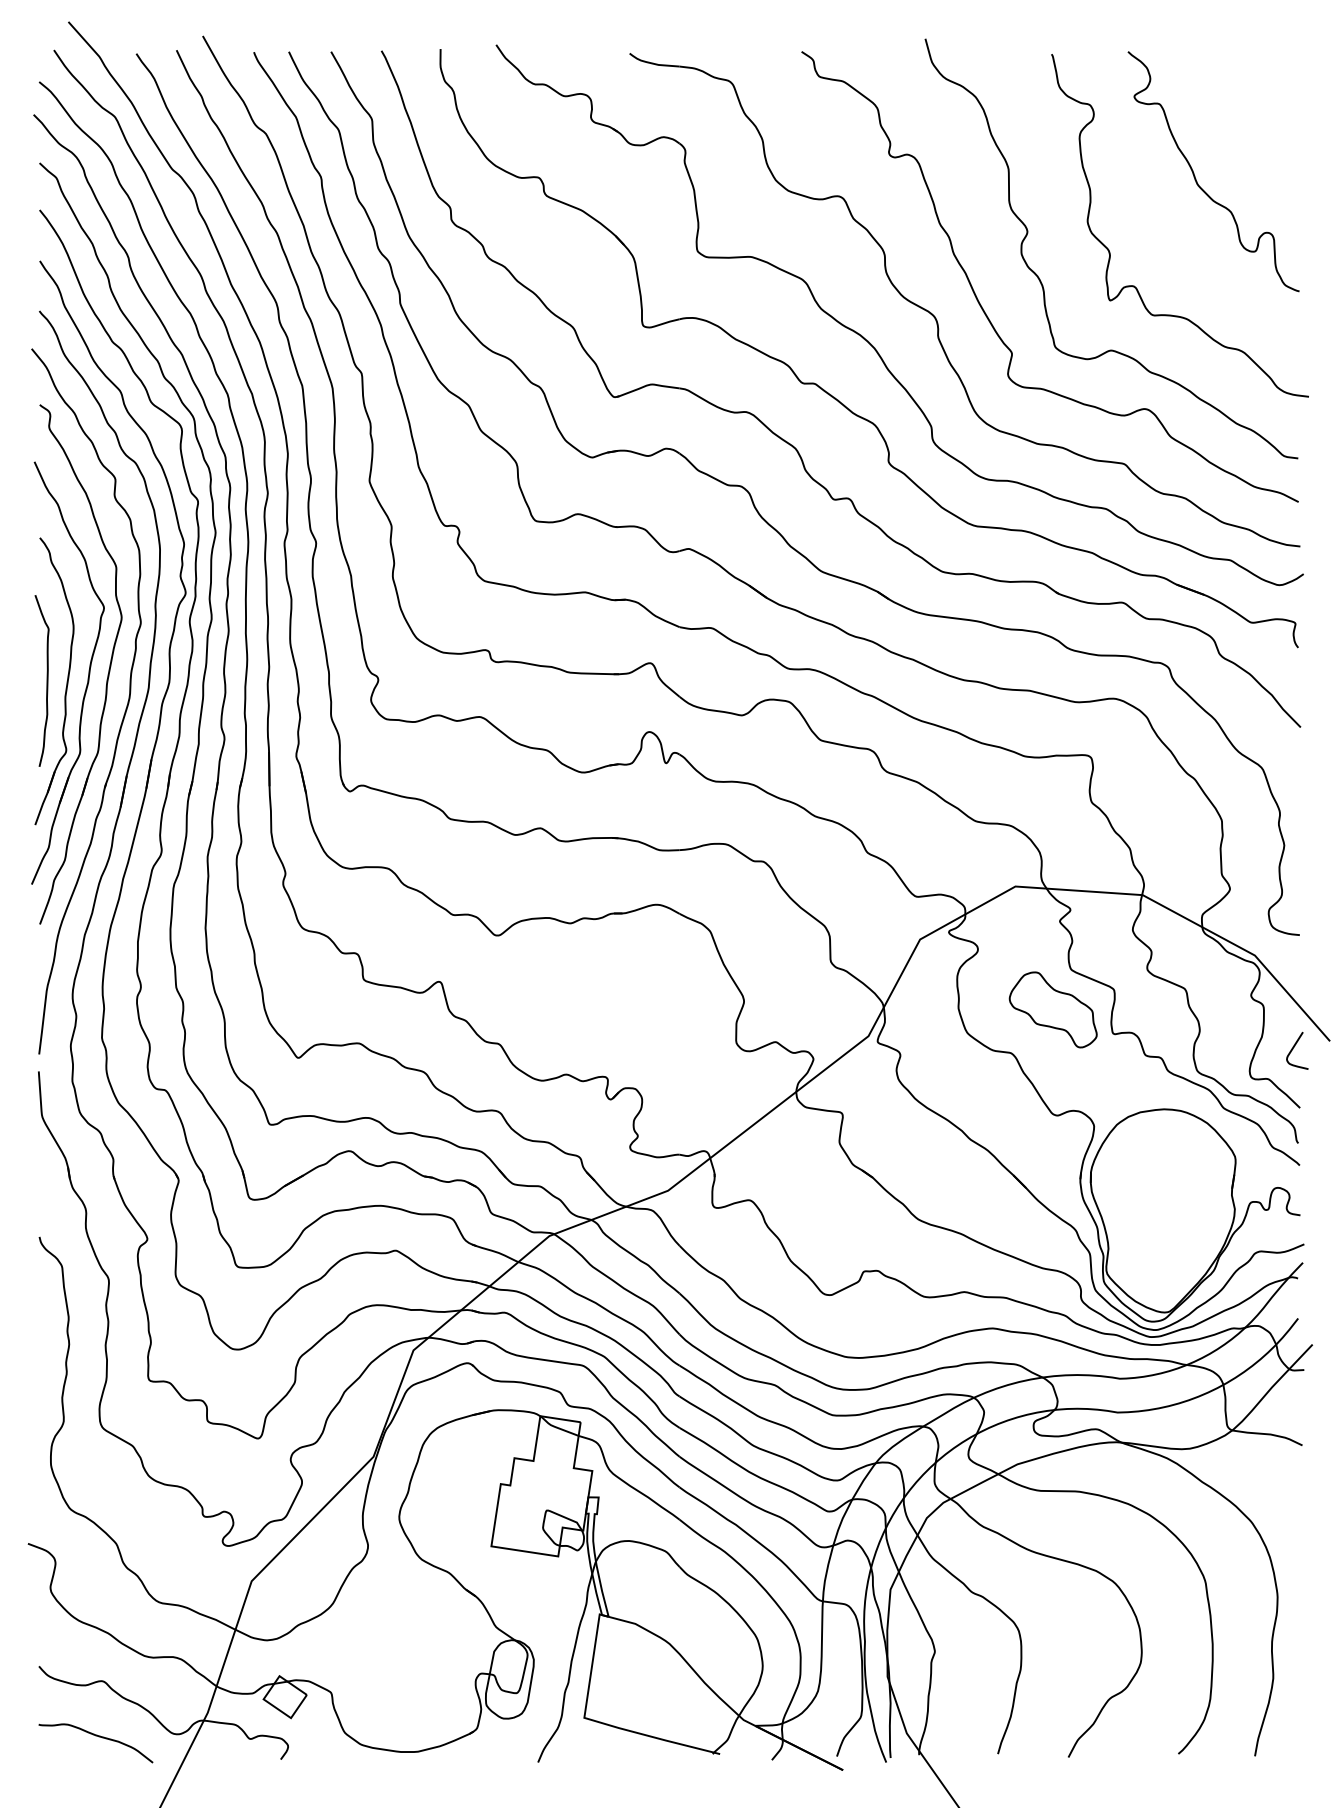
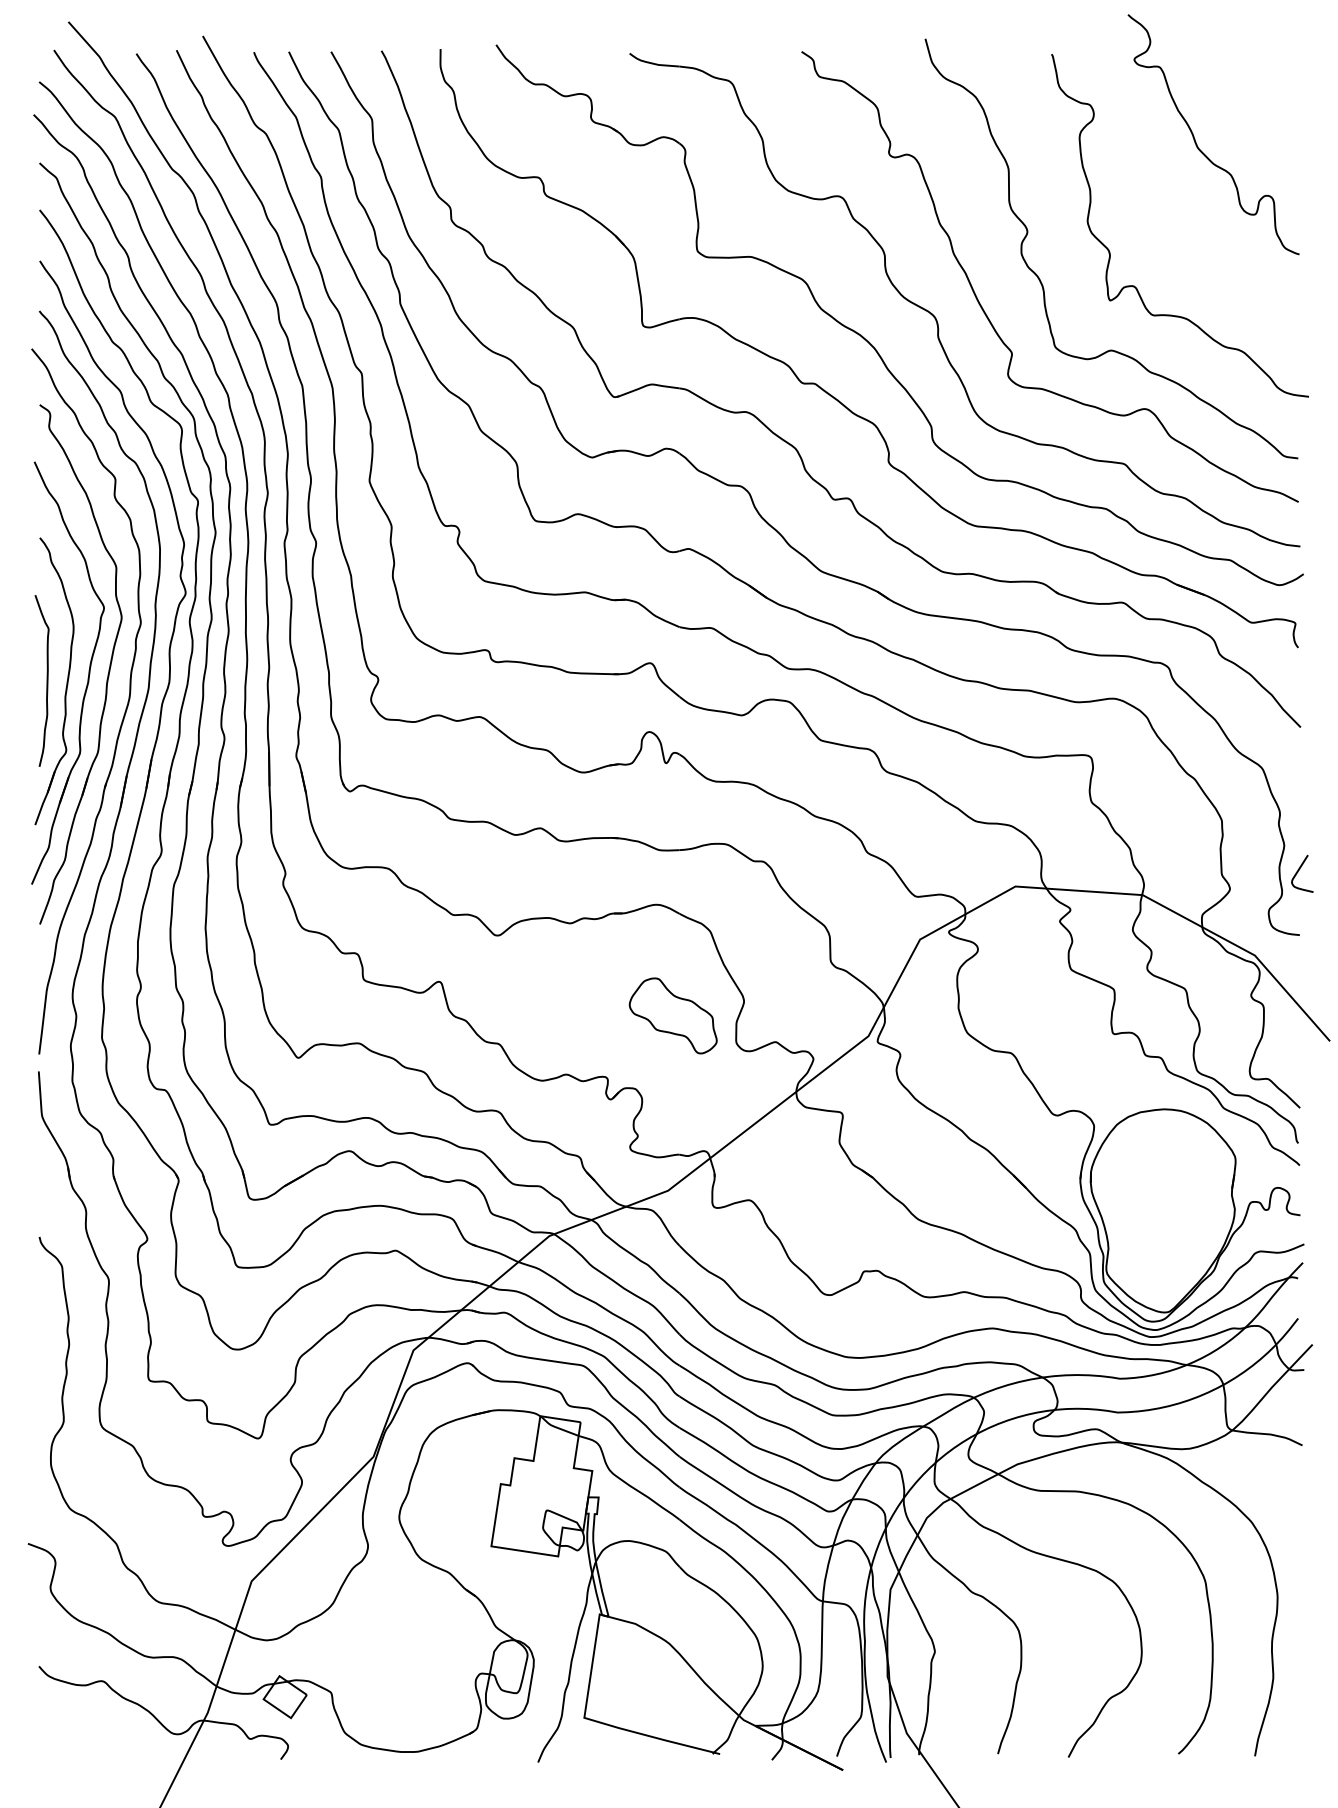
curve at (1196, 178) position: (1196, 178) -> (1196, 141)
part at (1052, 1009) position: (1052, 1009) -> (672, 1015)
curve at (1293, 1049) position: (1293, 1049) -> (1298, 872)
curve at (98, 1737): present -> none
